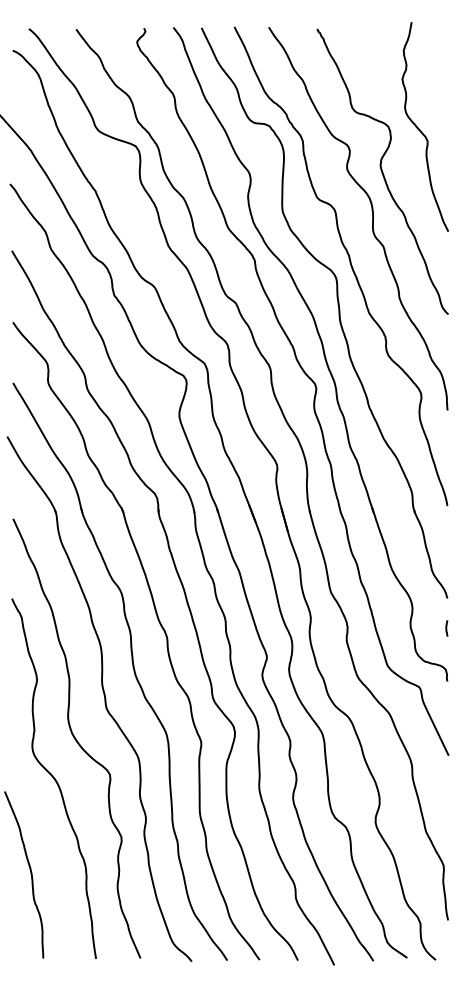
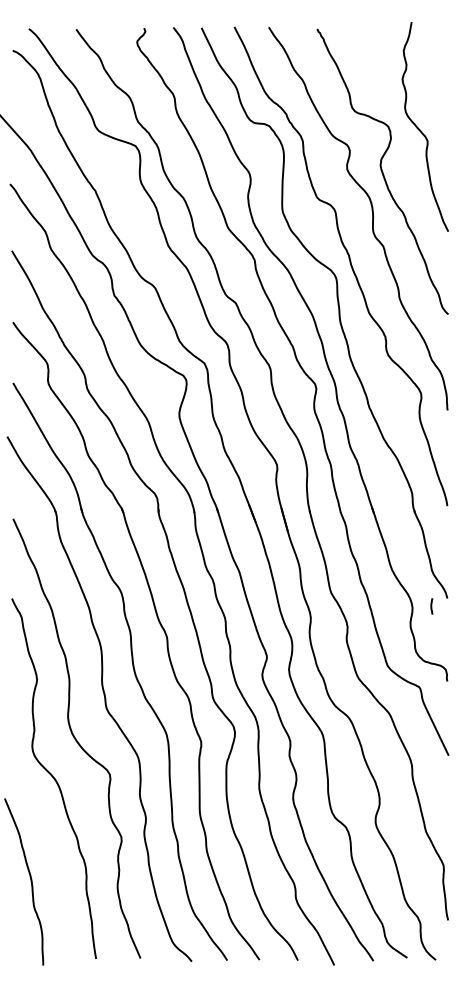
line at (446, 628) position: (446, 628) -> (431, 606)
curve at (30, 874) position: (30, 874) -> (30, 881)
